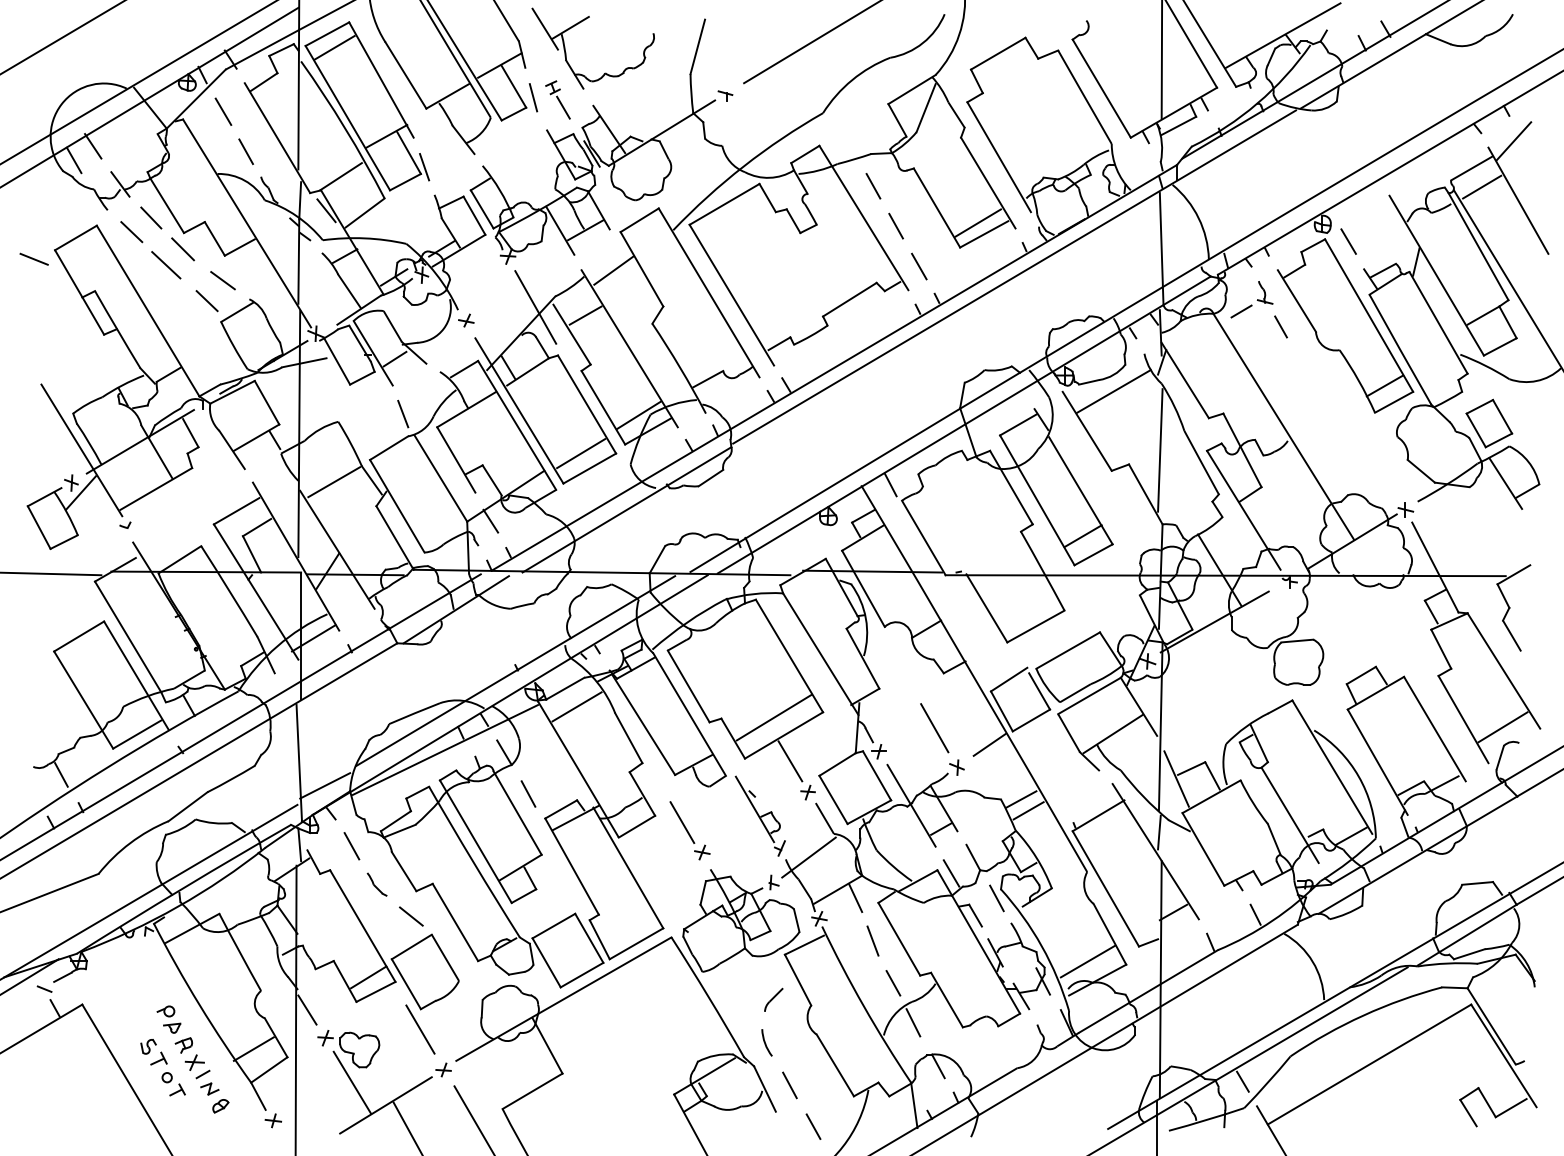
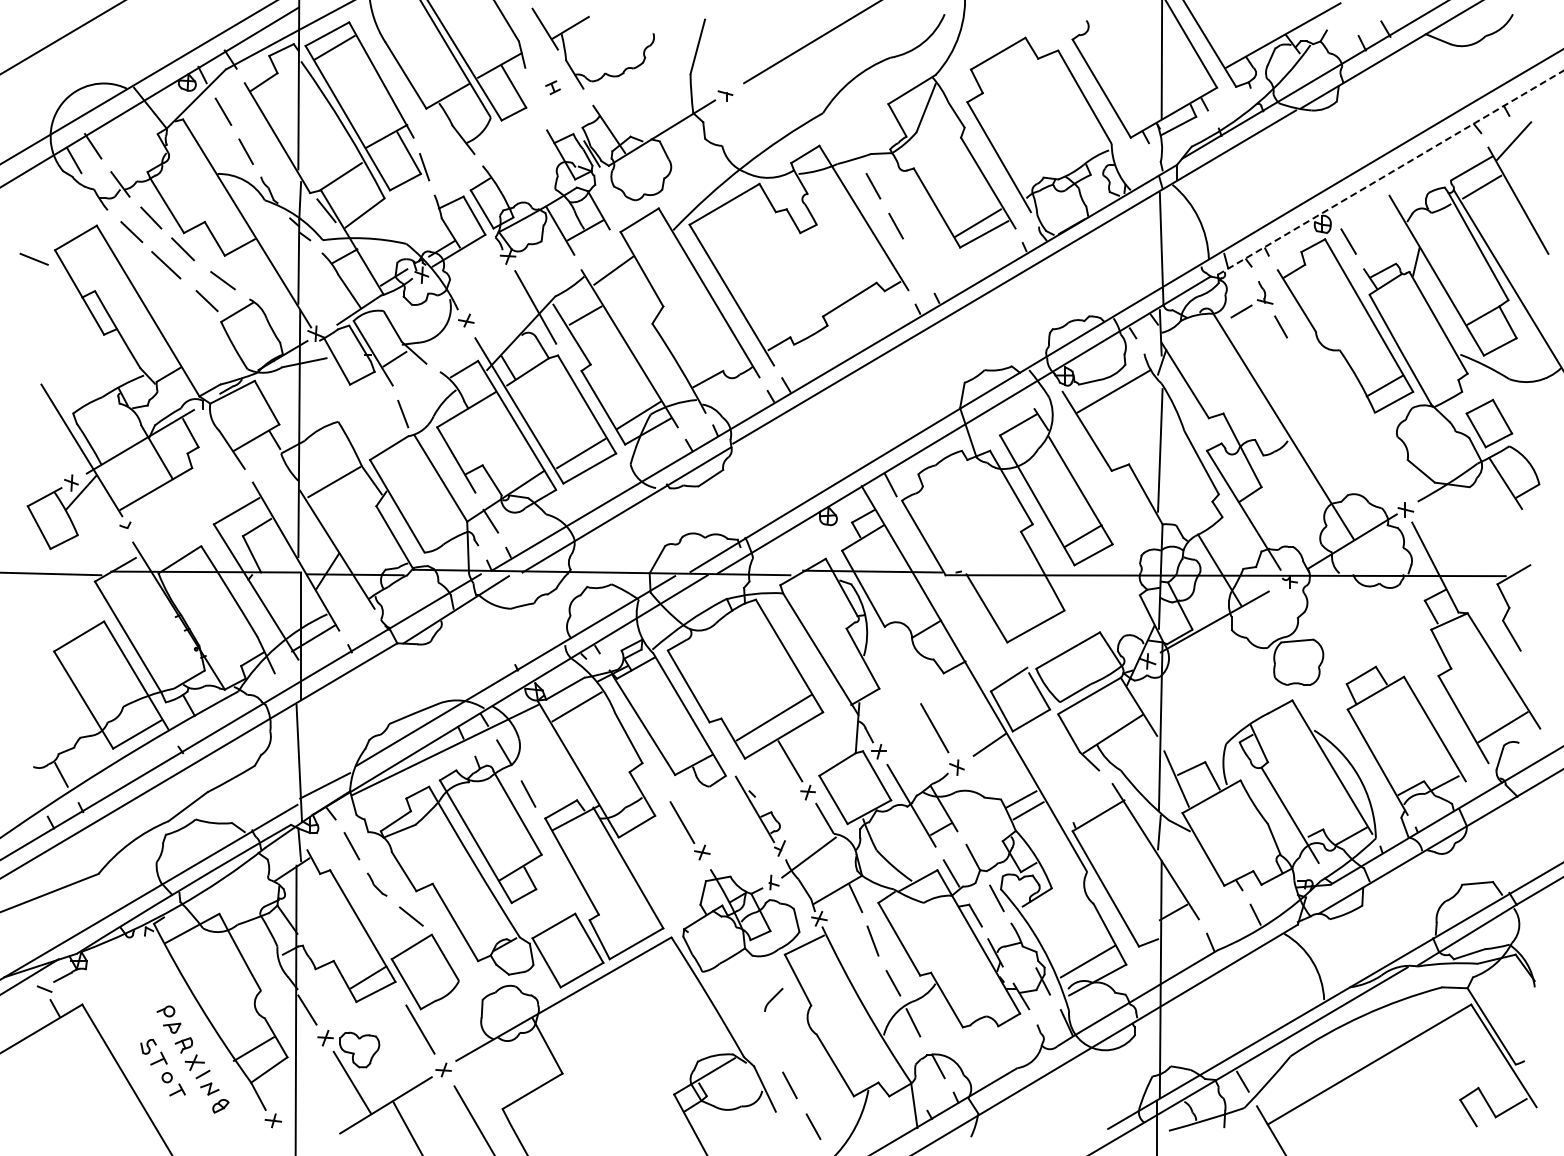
line at (533, 97): present -> none
line at (563, 107): present -> none
line at (1391, 172): solid -> dashed
line at (919, 266): present -> none
arc at (765, 1042): present -> none
